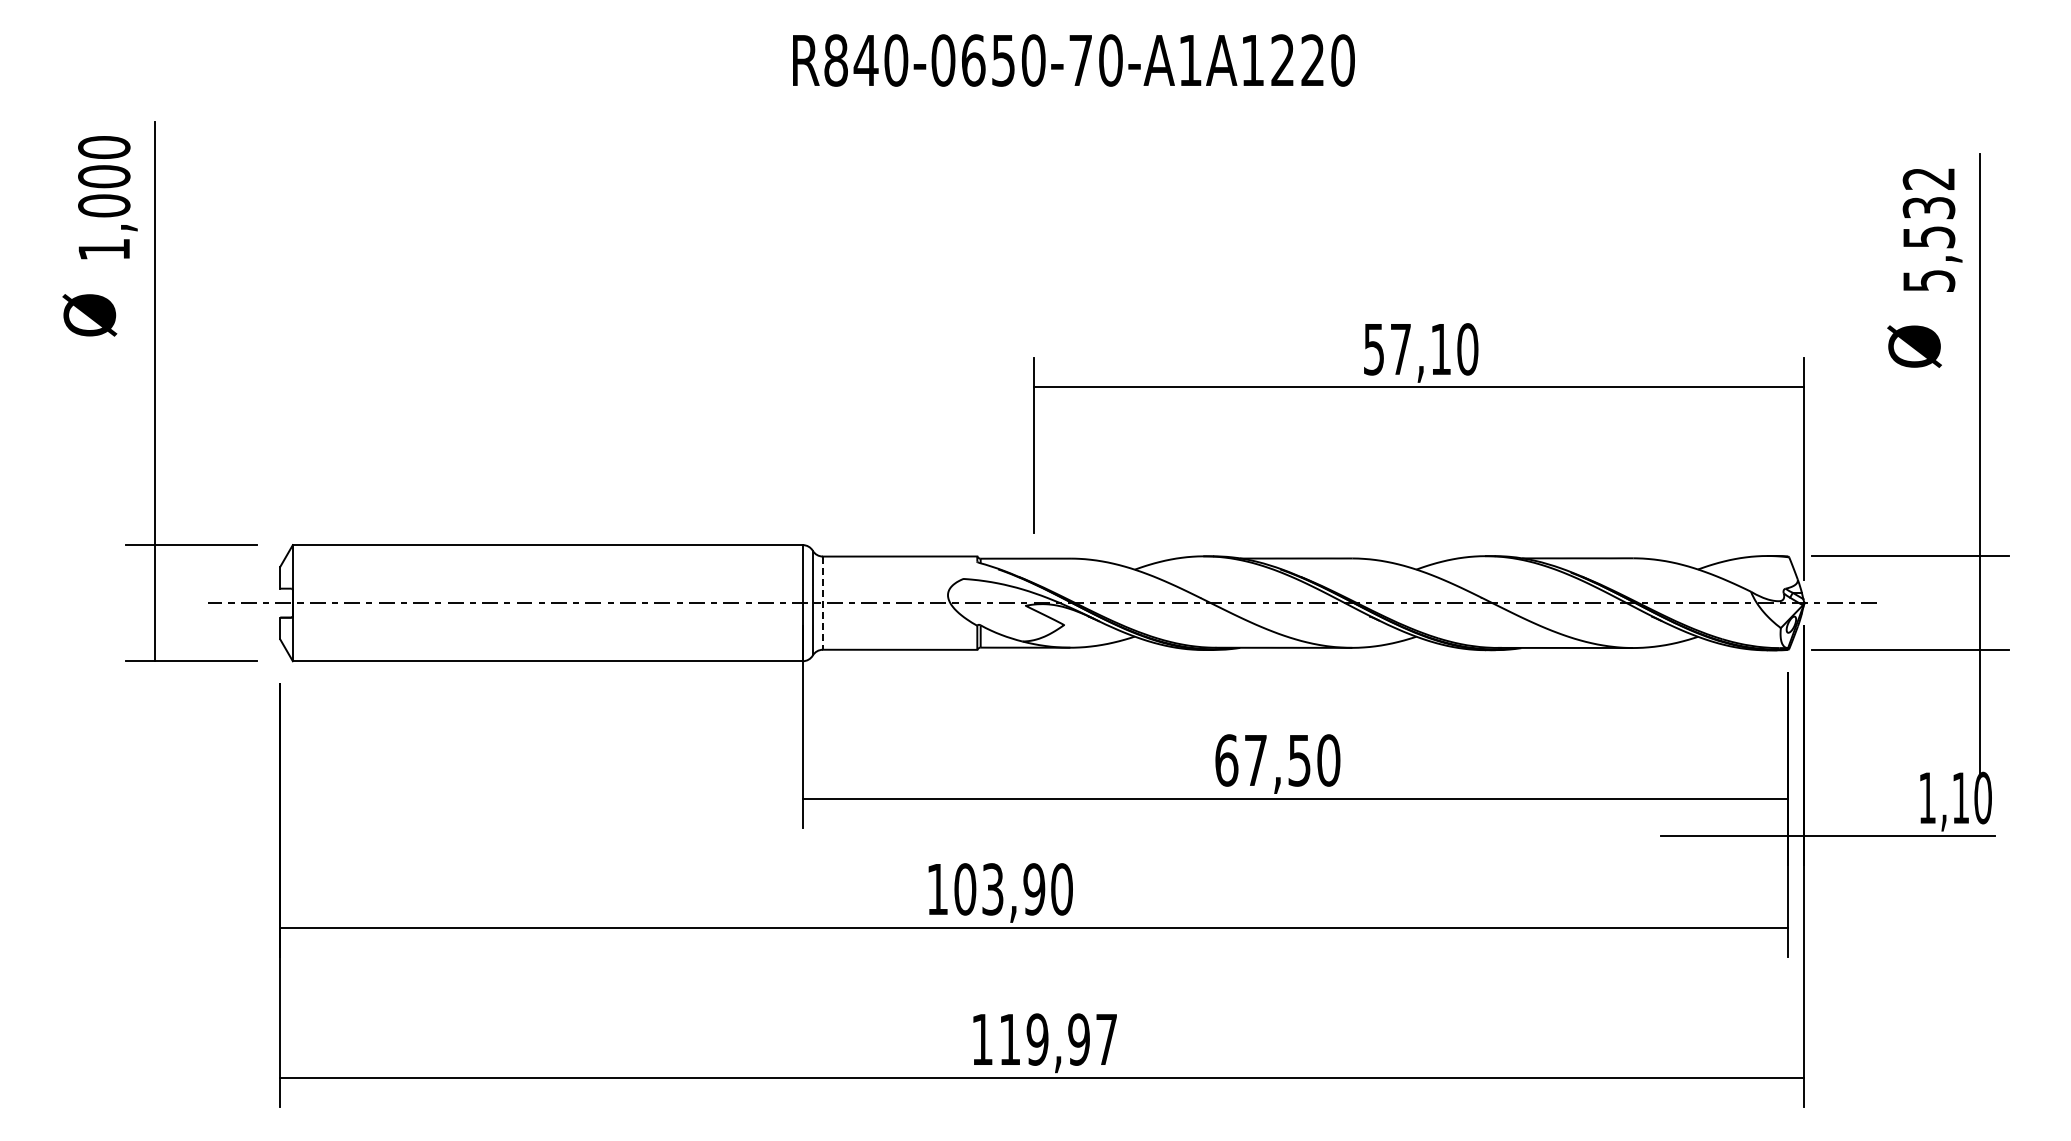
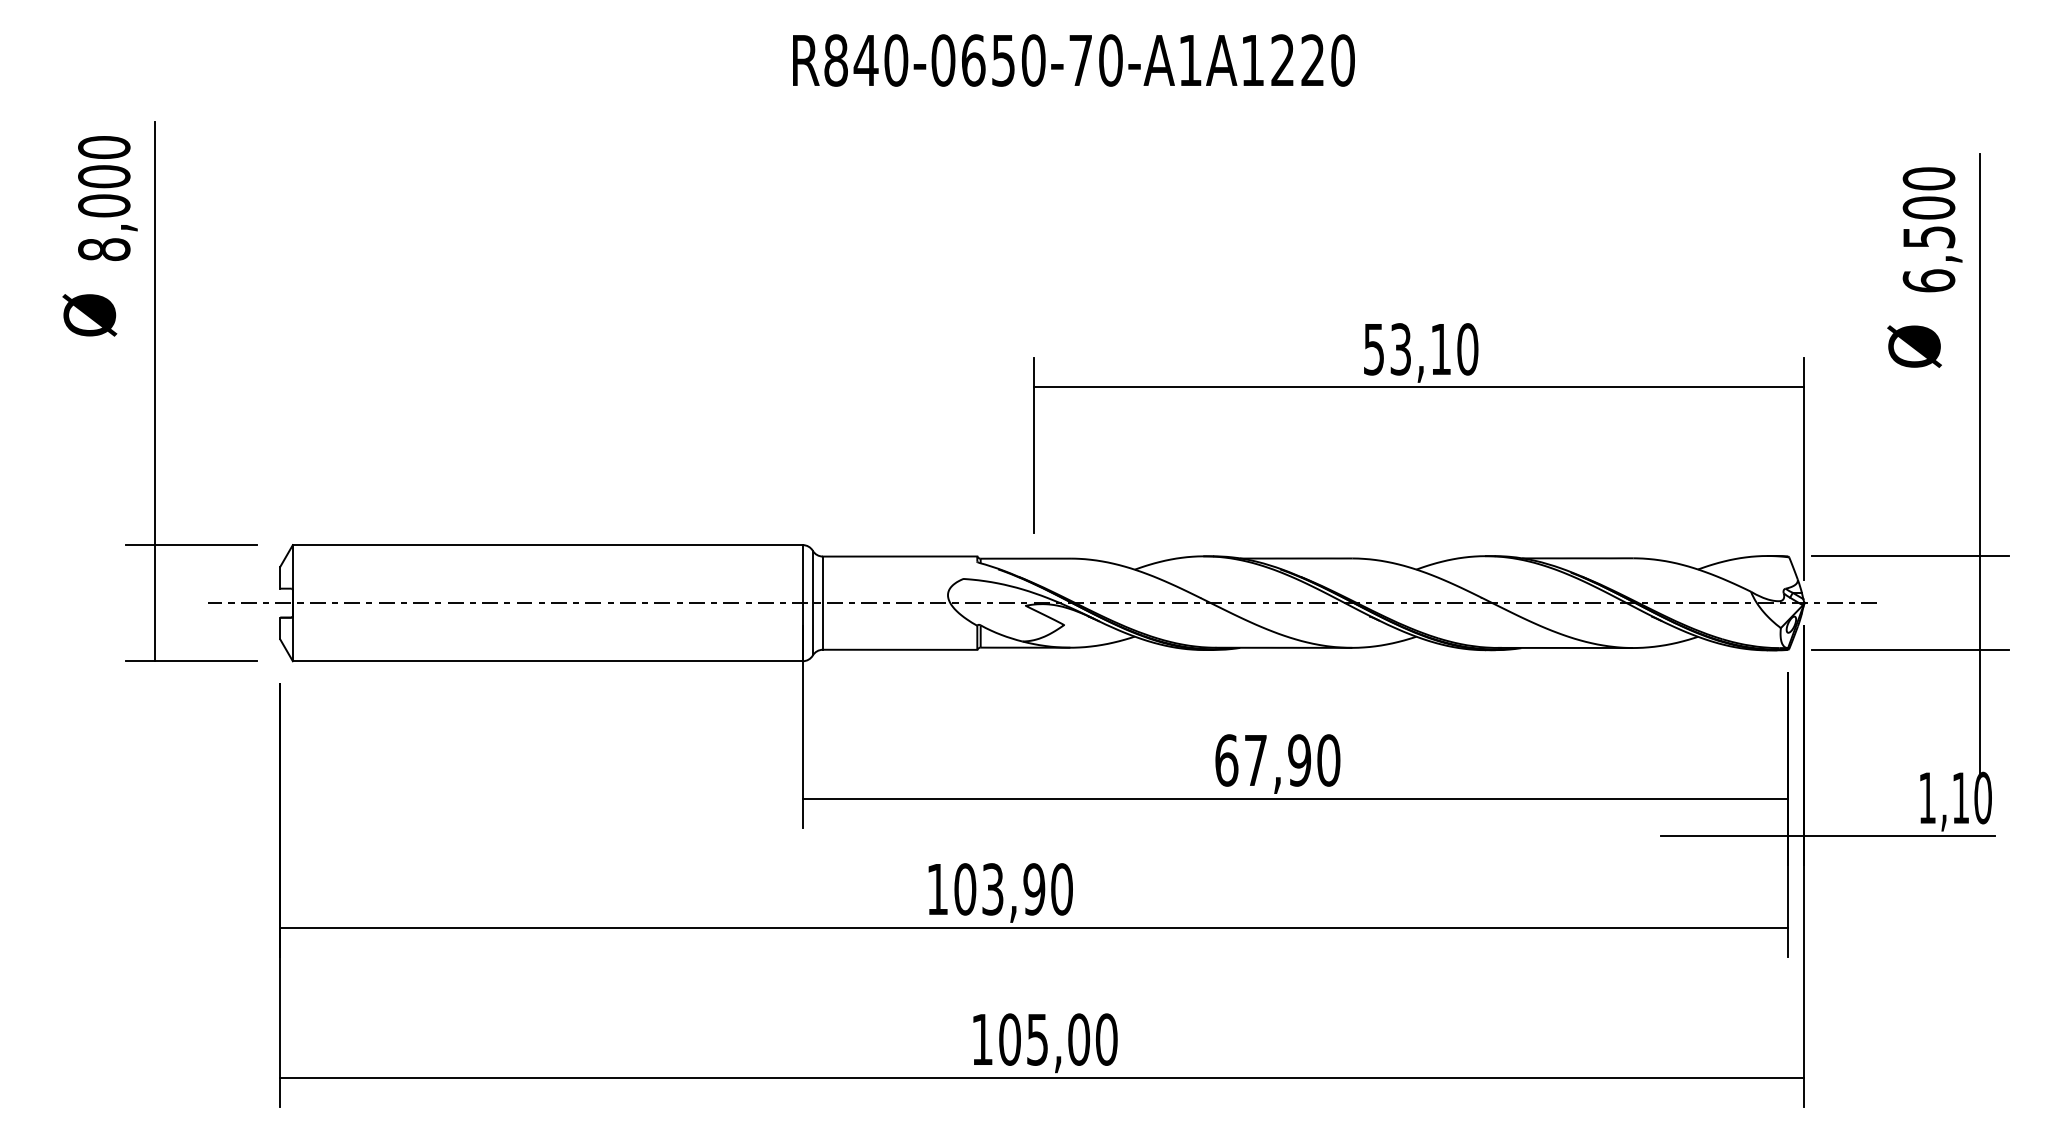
text at (1928, 229): 5,532 -> 6,500
text at (104, 249): 1,000 -> 8,000
text at (1400, 349): 57,10 -> 53,10
line at (822, 603): dashed -> solid
text at (1299, 760): 67,50 -> 67,90
text at (1058, 1039): 119,97 -> 105,00
